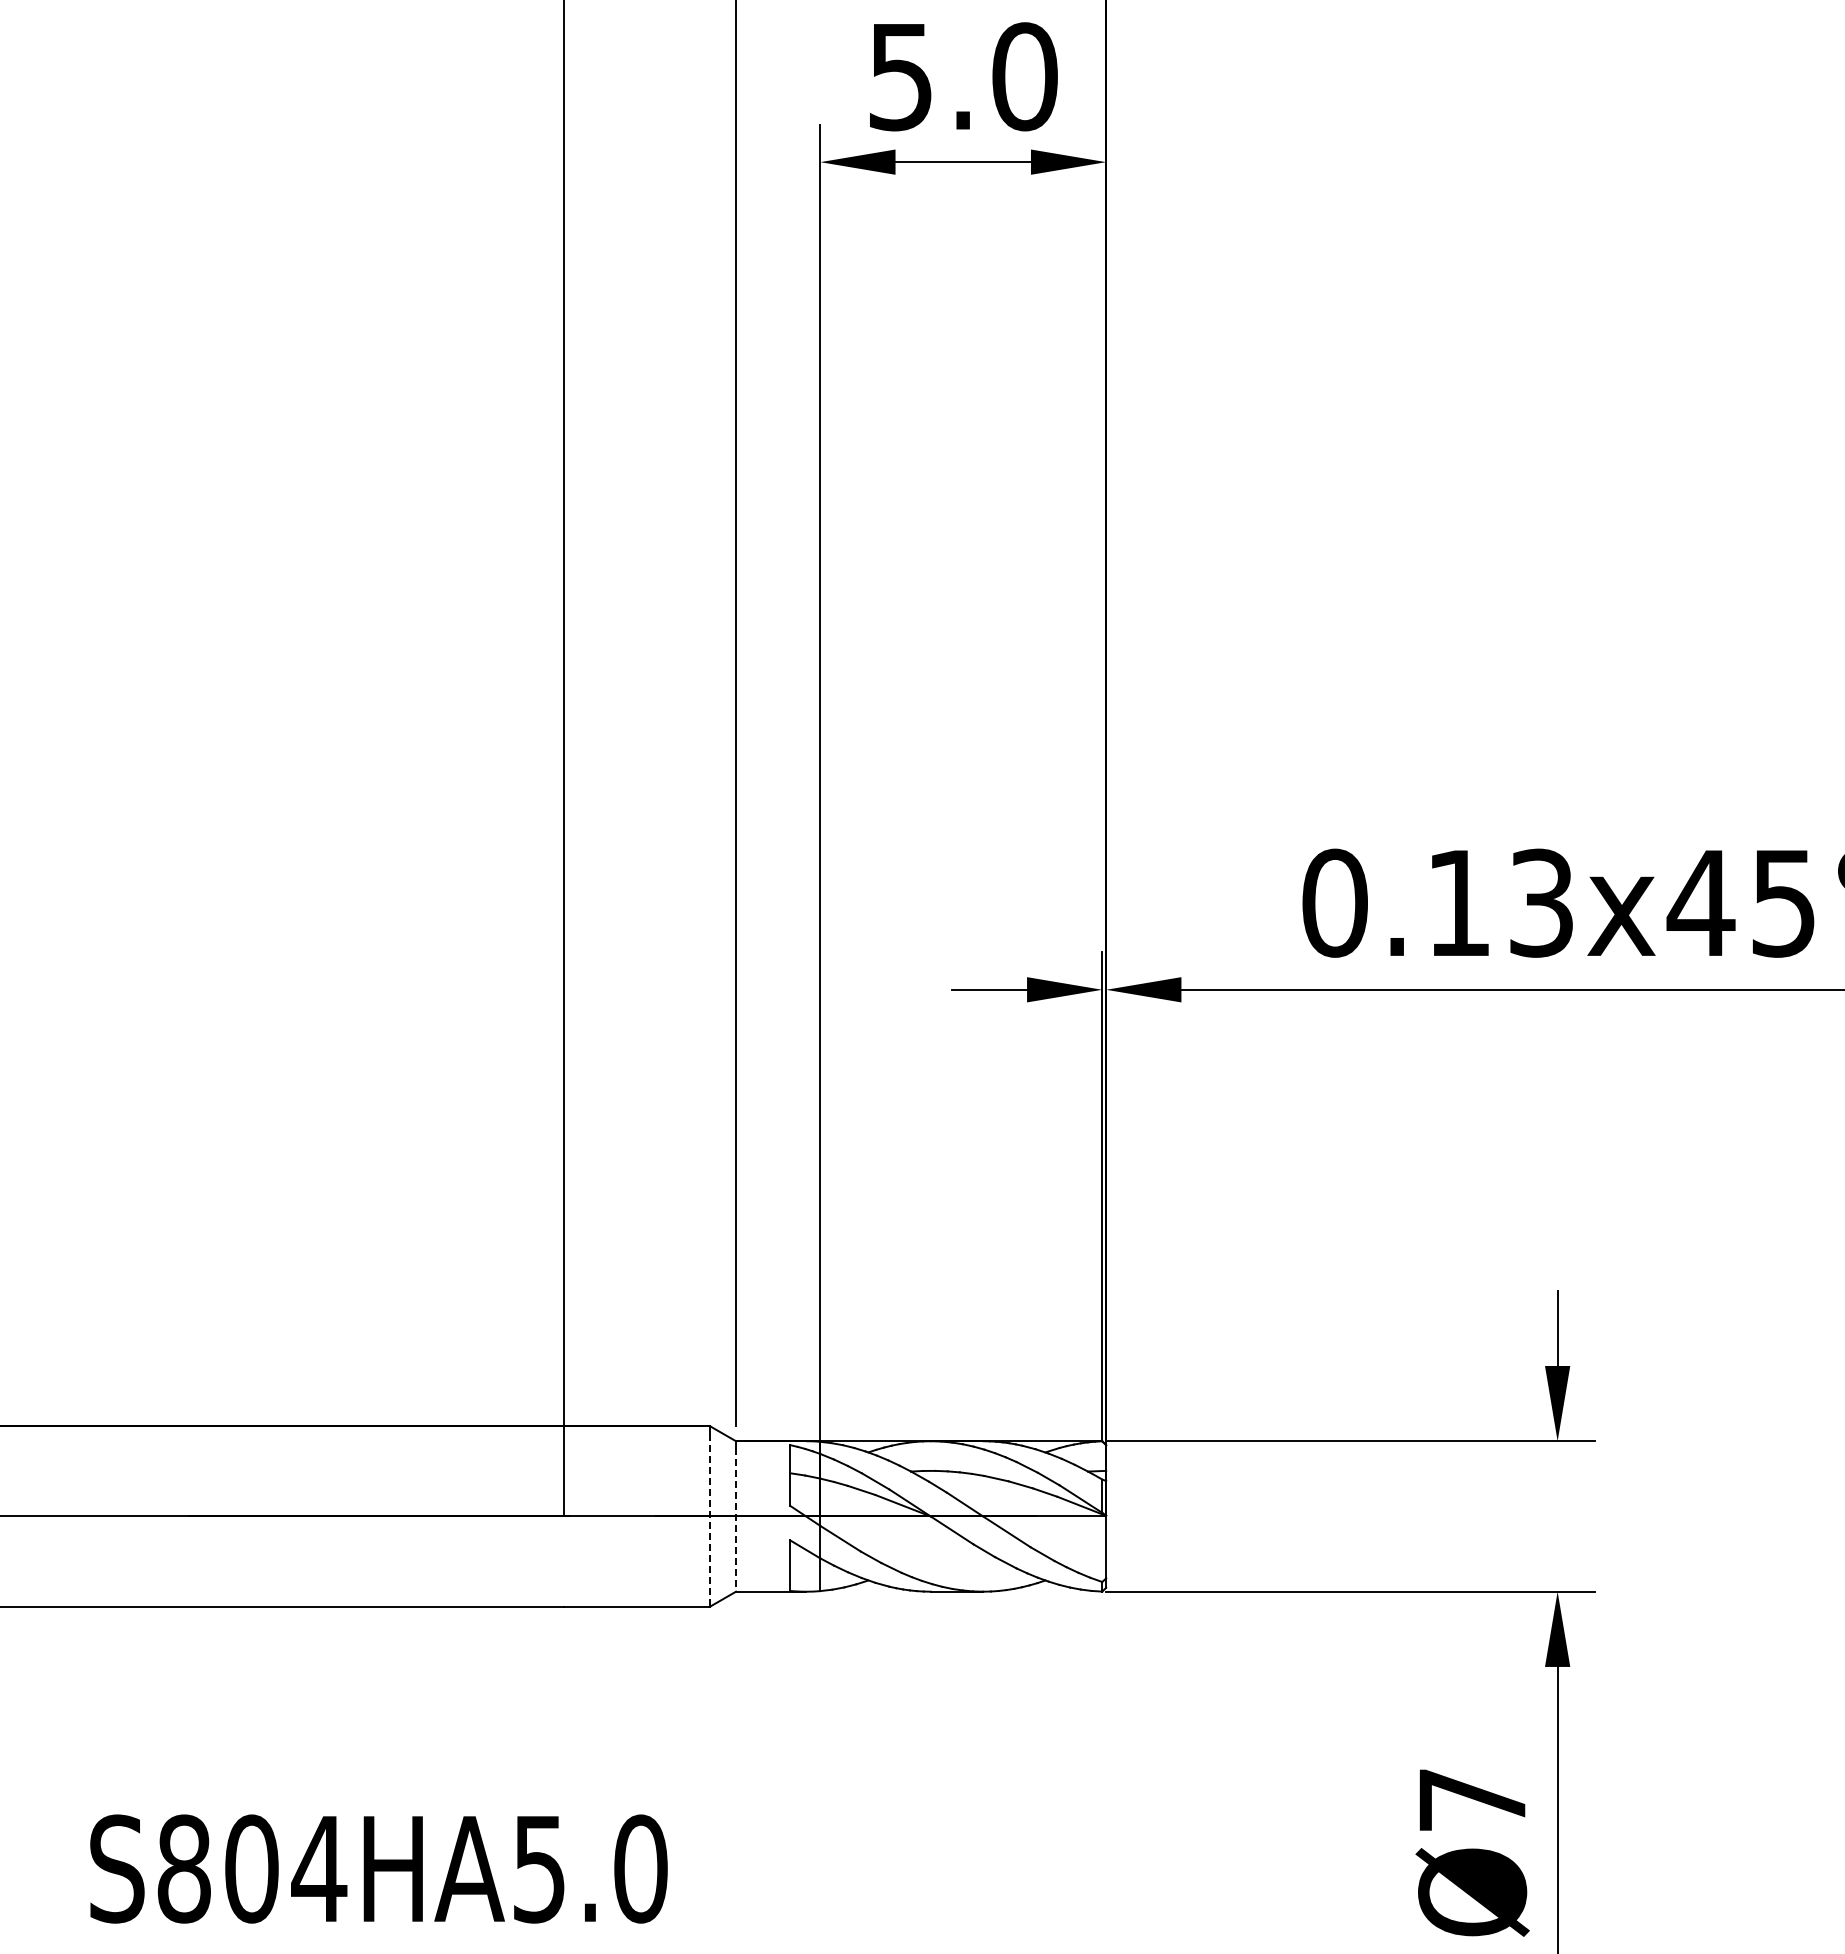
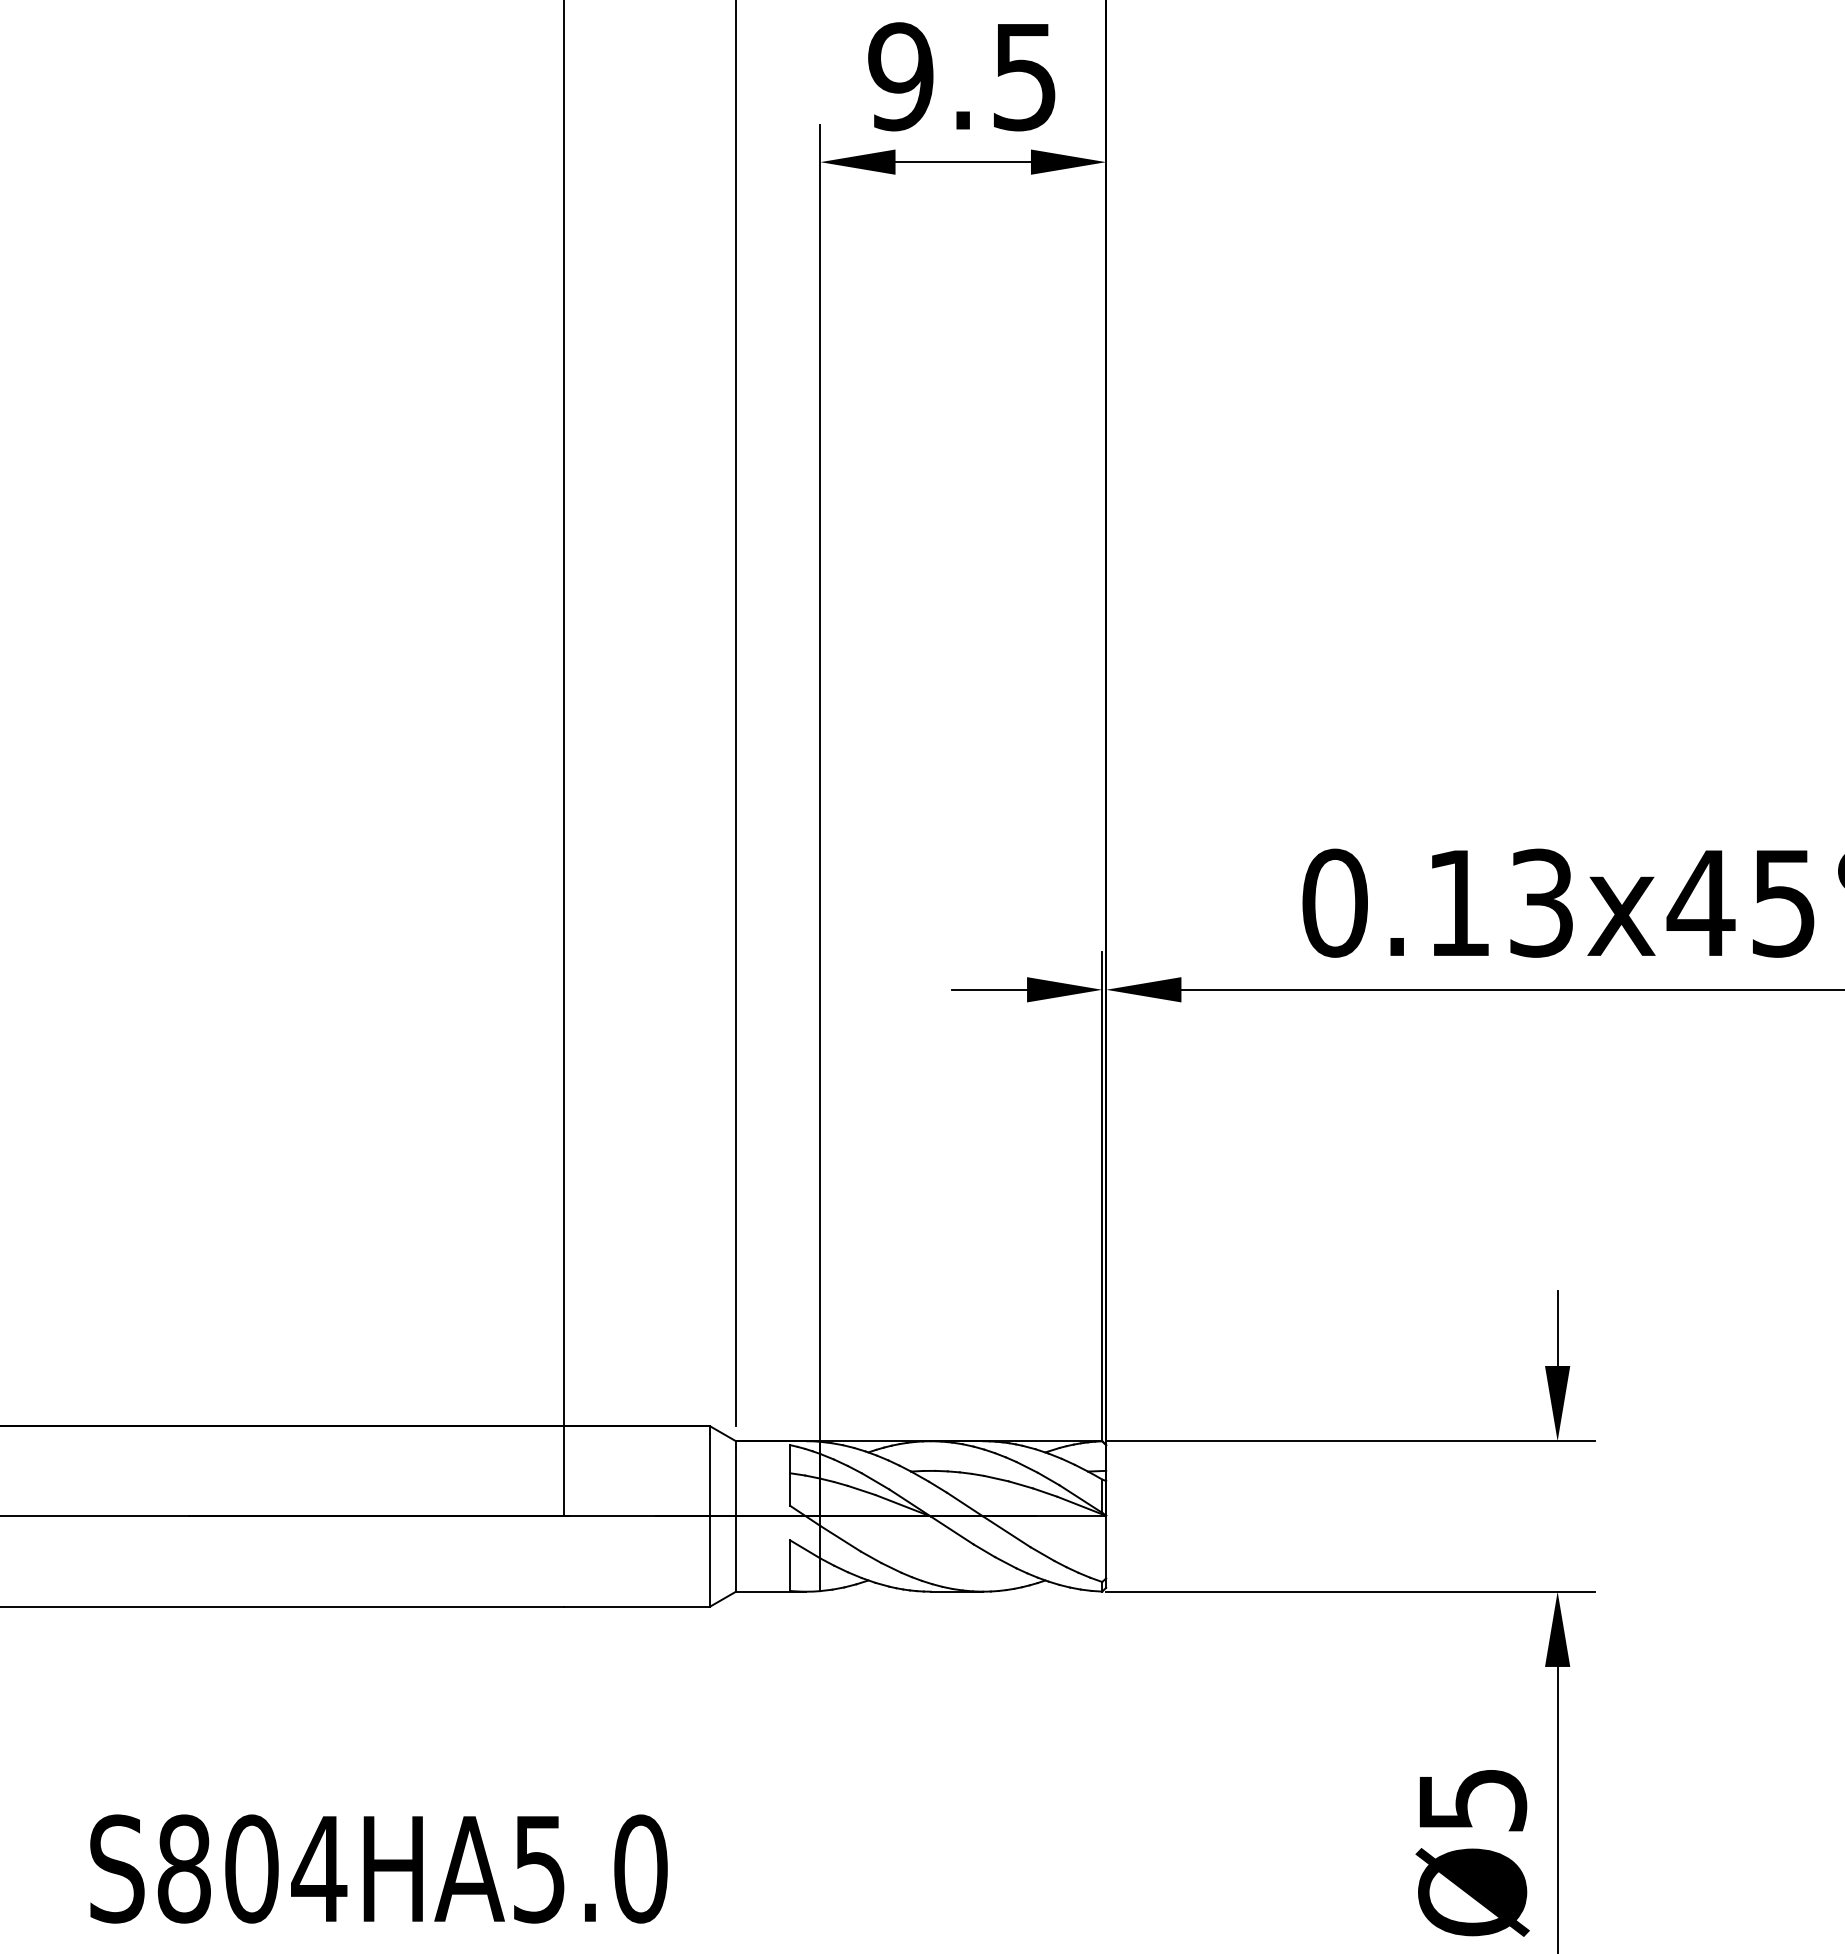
text at (962, 76): 5.0 -> 9.5
line at (736, 1519): dashed -> solid
line at (709, 1521): dashed -> solid
text at (1473, 1800): Ø7 -> Ø5
